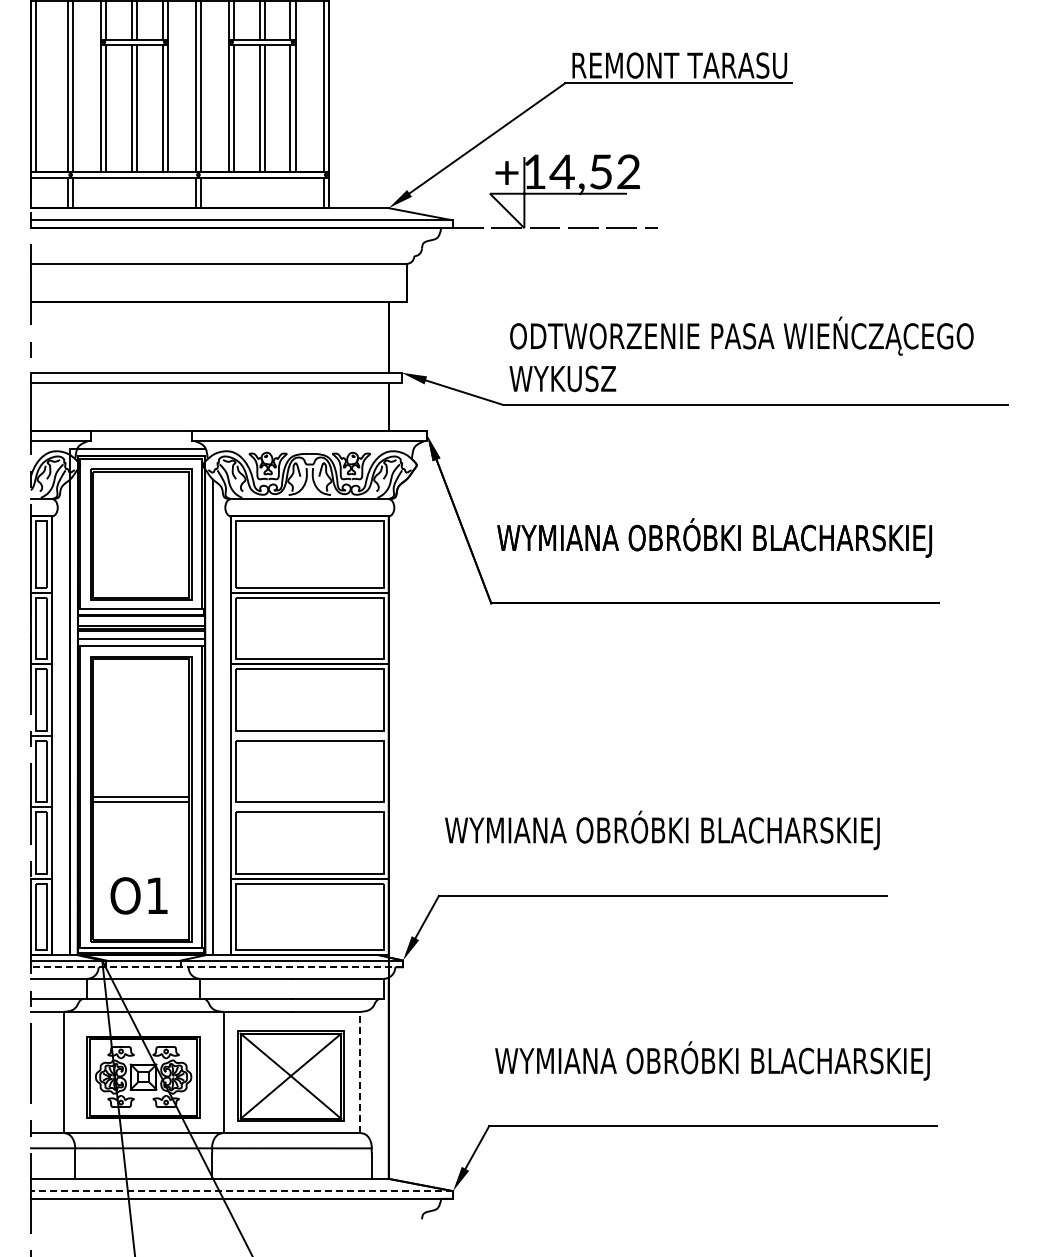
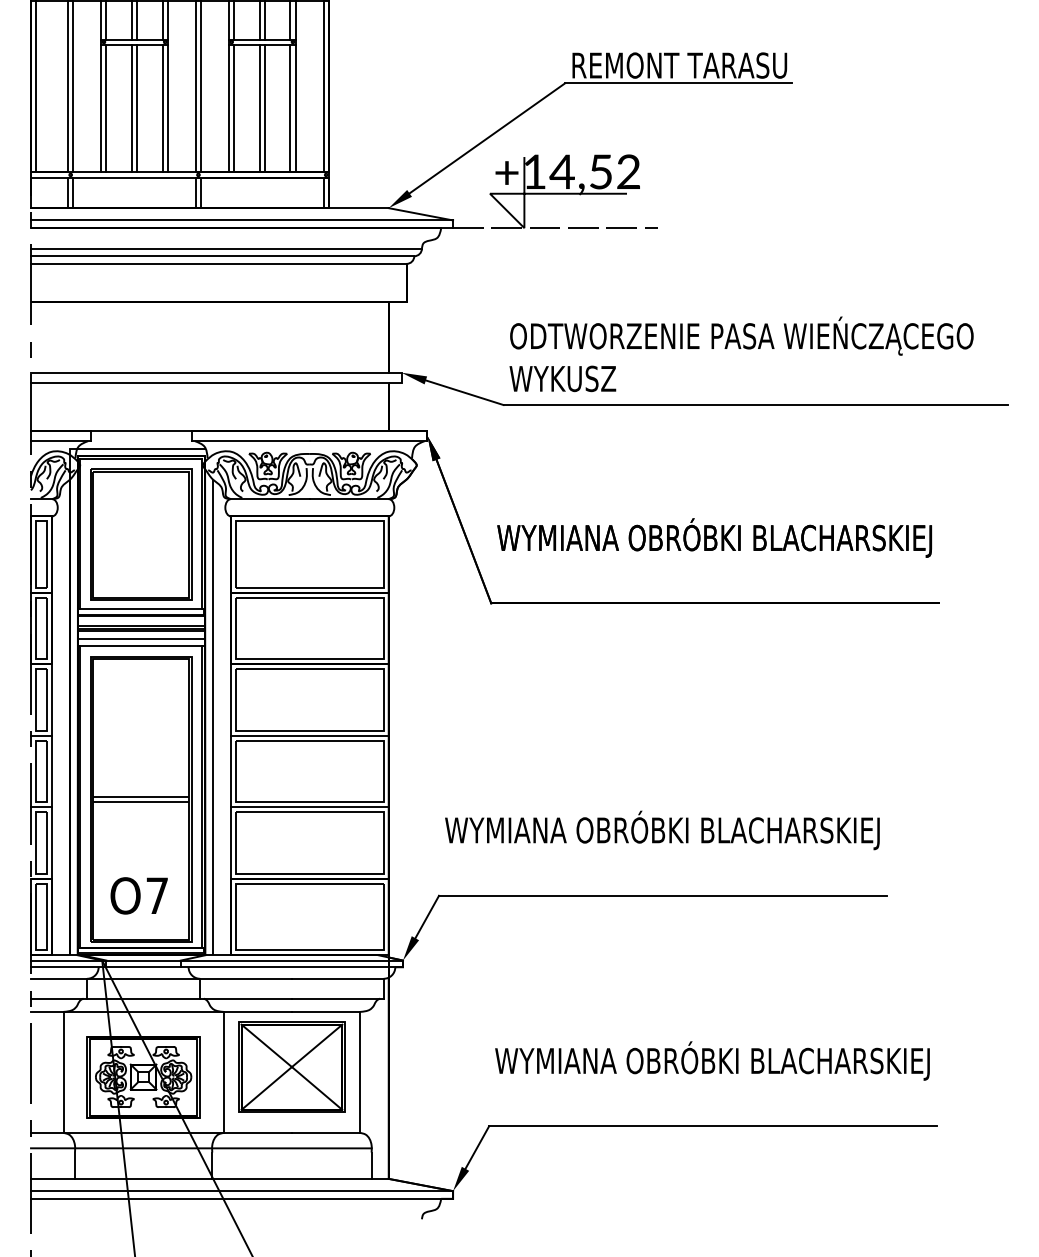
line at (226, 248): none -> present
line at (222, 256): none -> present
line at (309, 735): none -> present
line at (309, 807): none -> present
text at (156, 895): O1 -> O7
line at (216, 967): dashed -> solid
line at (360, 1072): dashed -> solid
part at (290, 1075) position: (290, 1075) -> (291, 1066)
line at (241, 1191): dashed -> solid
